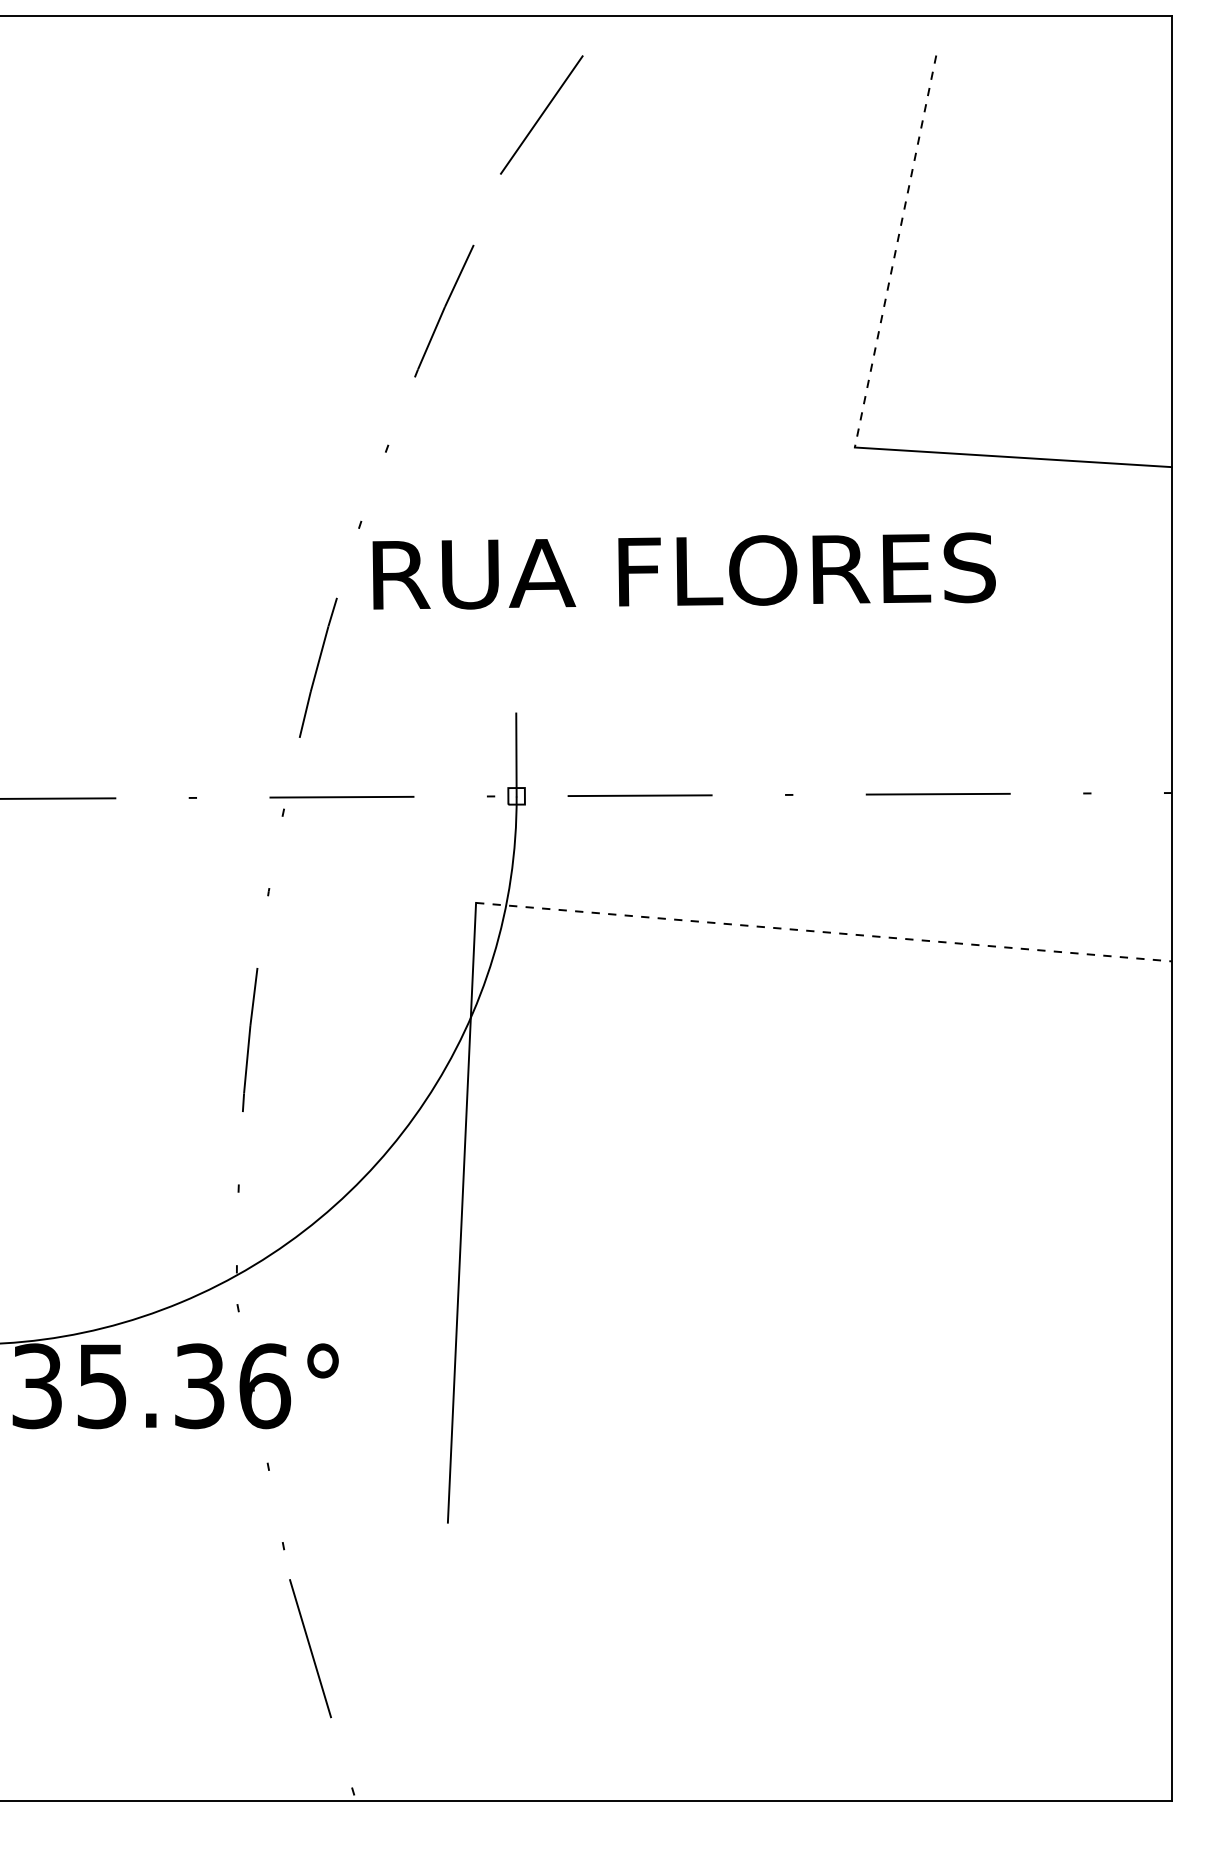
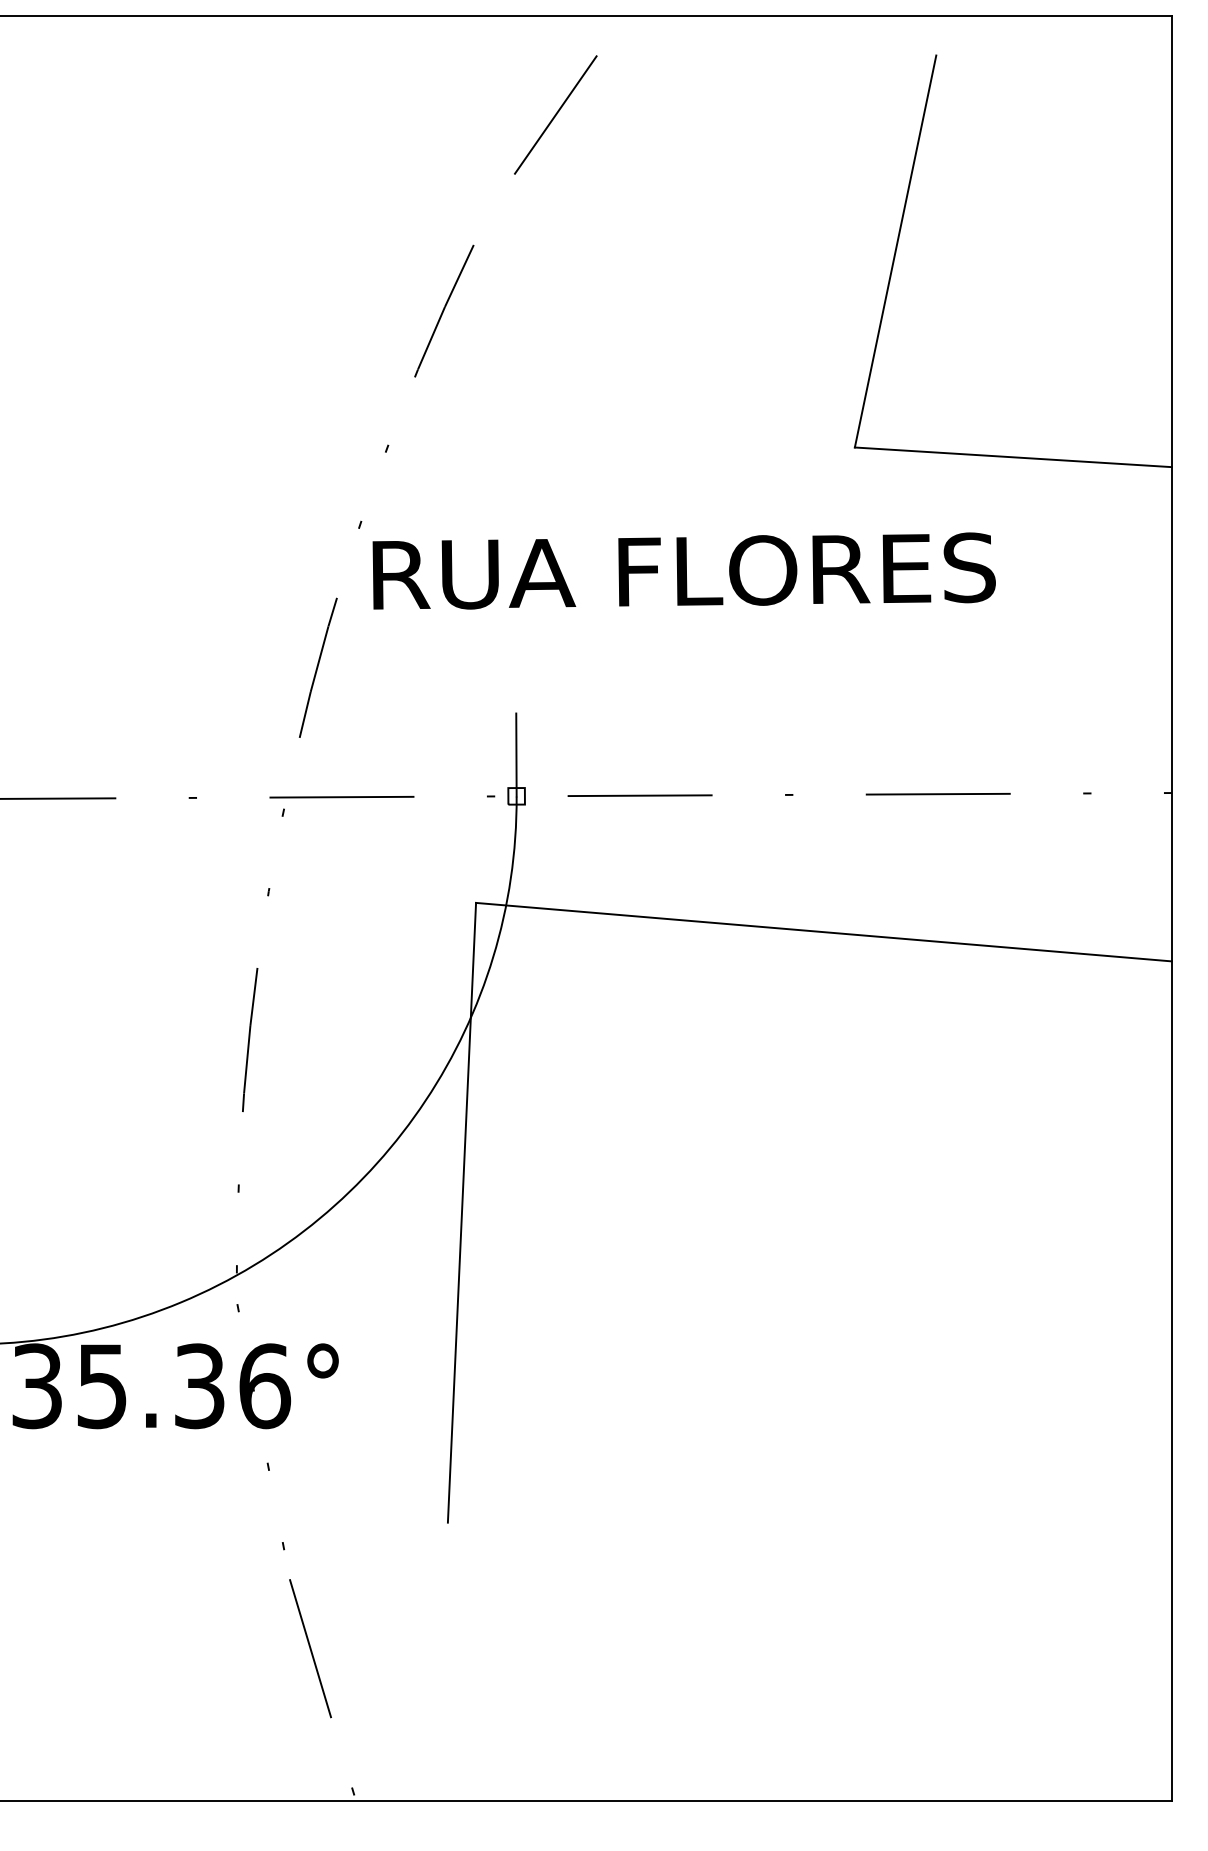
line at (541, 114) position: (541, 114) -> (555, 114)
line at (895, 252): dashed -> solid
line at (824, 932): dashed -> solid
